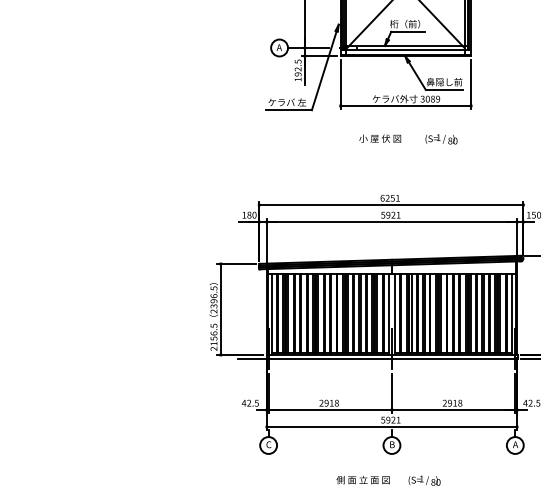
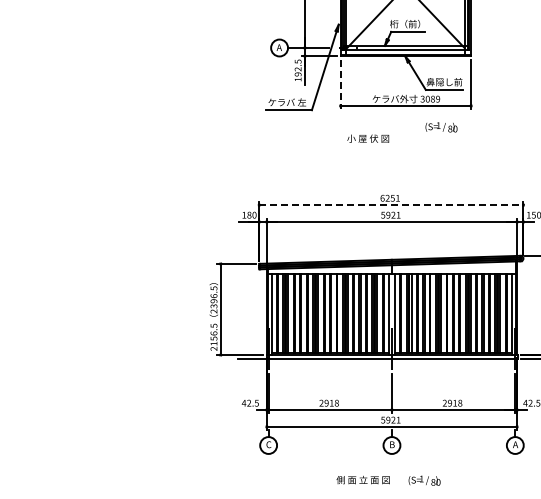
line at (340, 84): solid -> dashed
text at (380, 138) position: (380, 138) -> (368, 138)
text at (441, 139) position: (441, 139) -> (441, 127)
line at (391, 205): solid -> dashed
